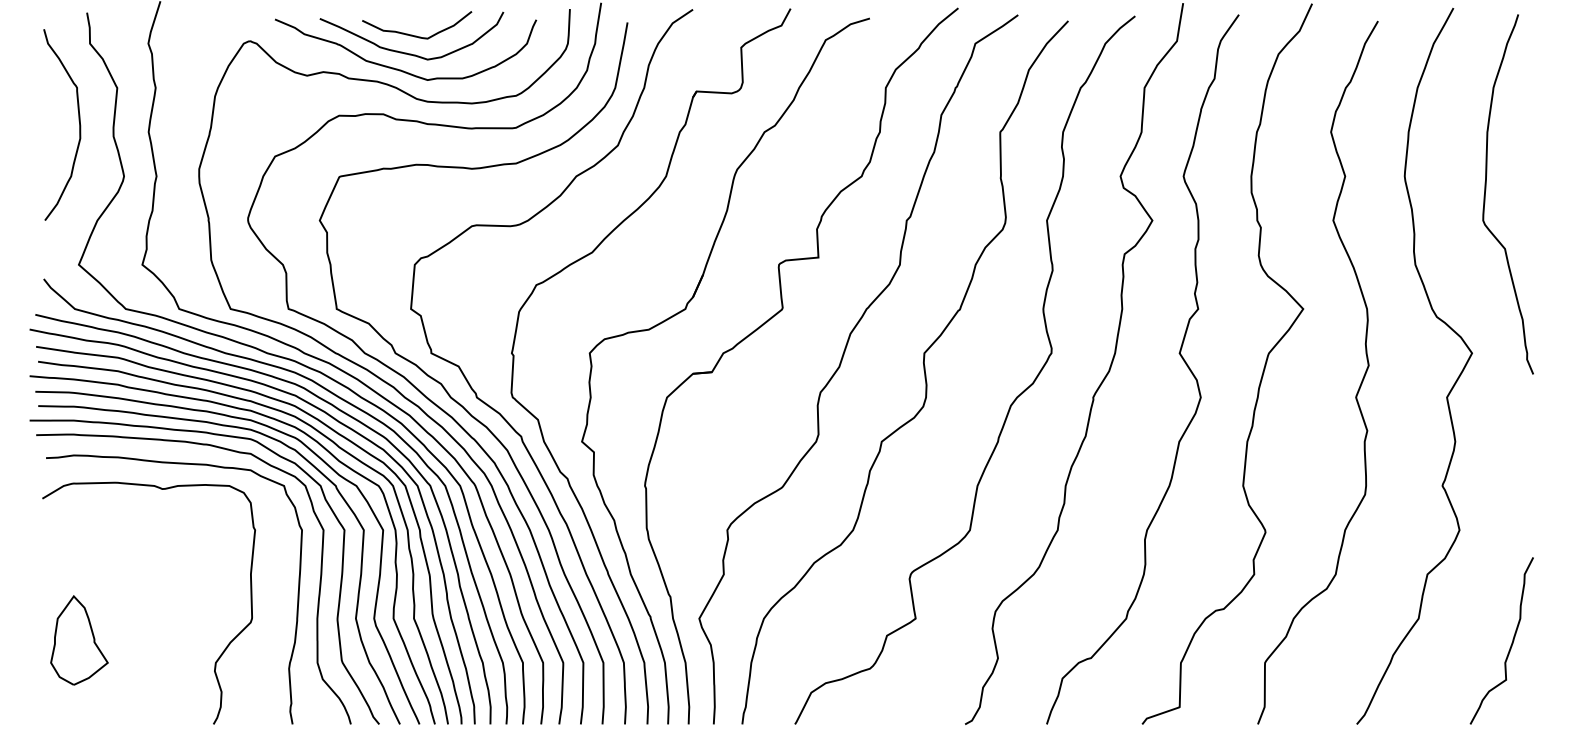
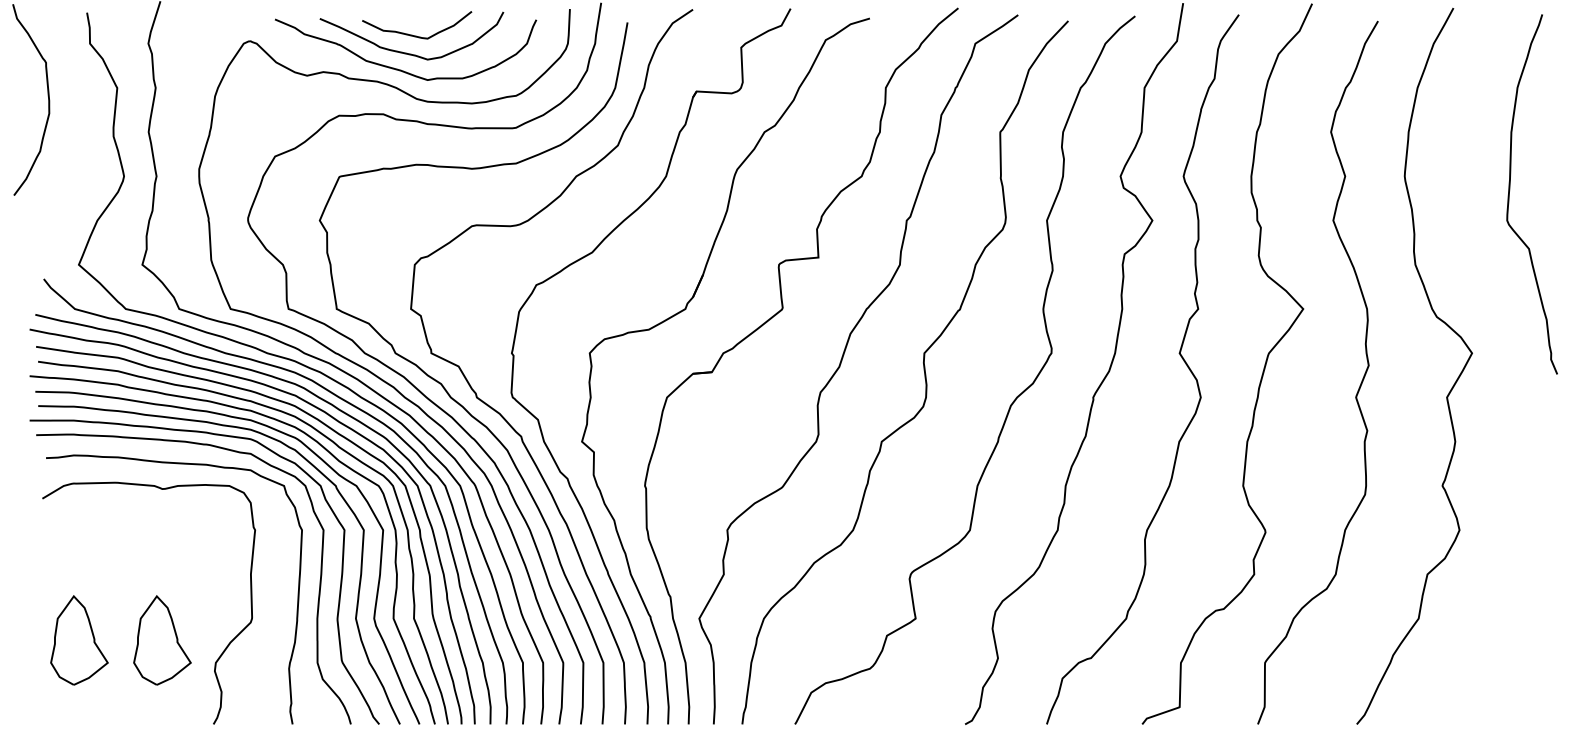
curve at (78, 121) position: (78, 121) -> (47, 96)
curve at (1486, 190) position: (1486, 190) -> (1510, 190)
part at (162, 640): none -> present
curve at (1511, 642): present -> none
